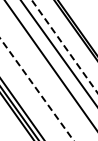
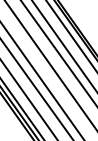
line at (70, 35): none -> present
line at (64, 46): dashed -> solid
line at (42, 80): none -> present
line at (37, 89): dashed -> solid
line at (28, 99): none -> present
